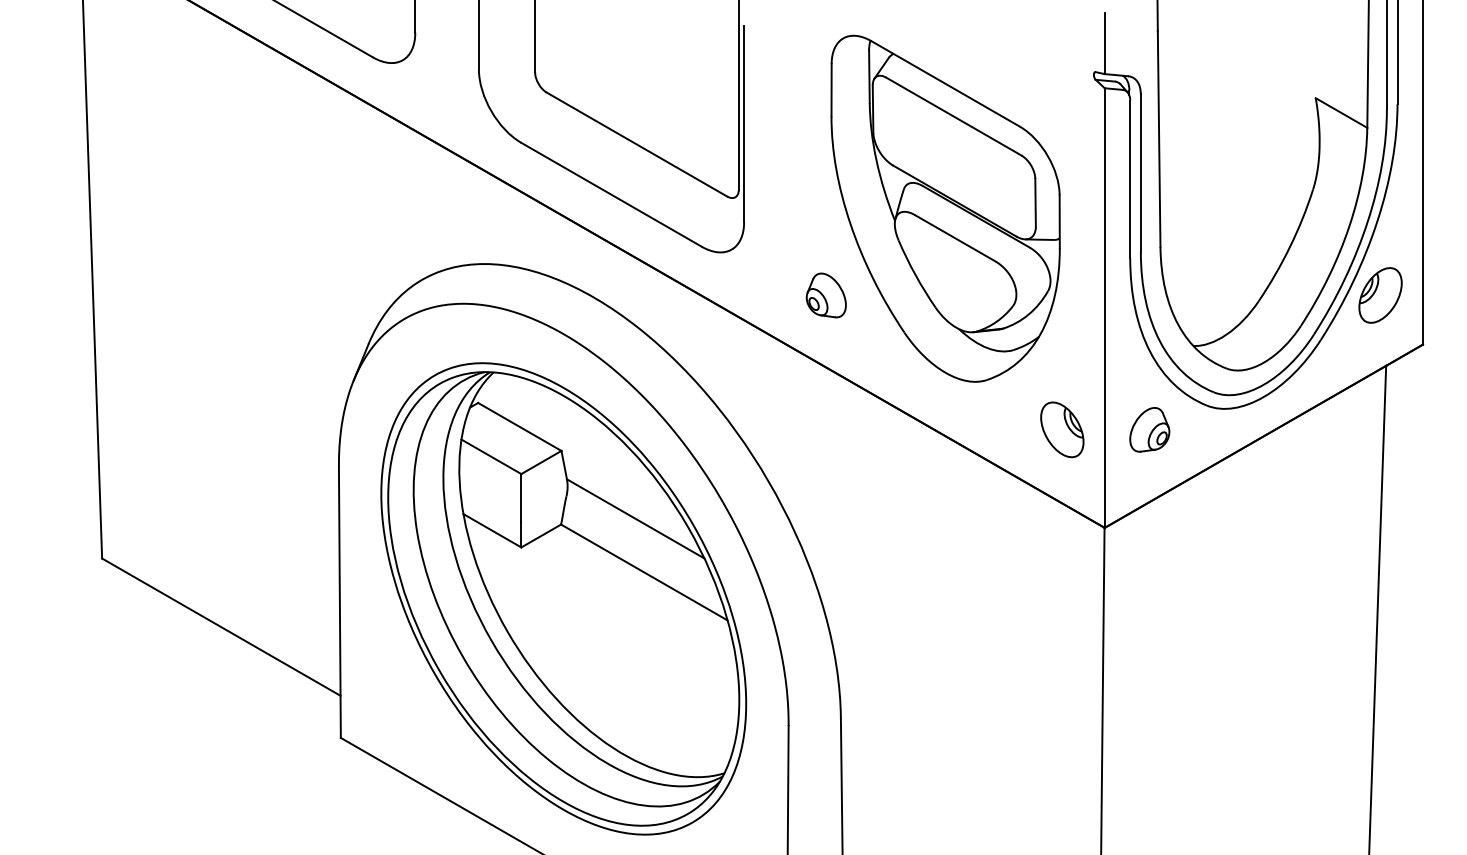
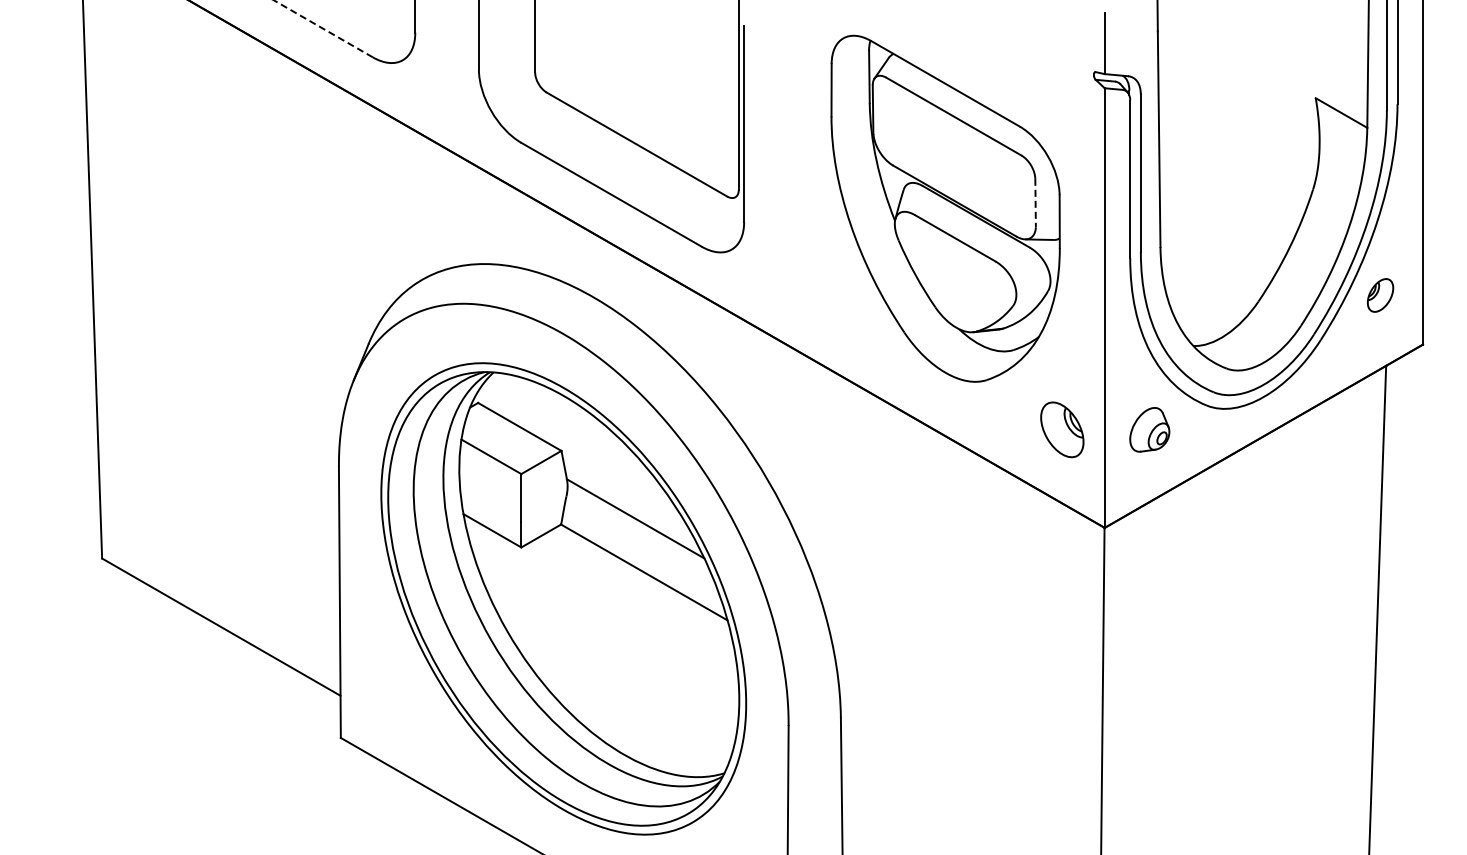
line at (322, 28): solid -> dashed
line at (1035, 203): solid -> dashed
part at (825, 295): present -> none
part at (1380, 295) size: 45x57 px -> 28x35 px
